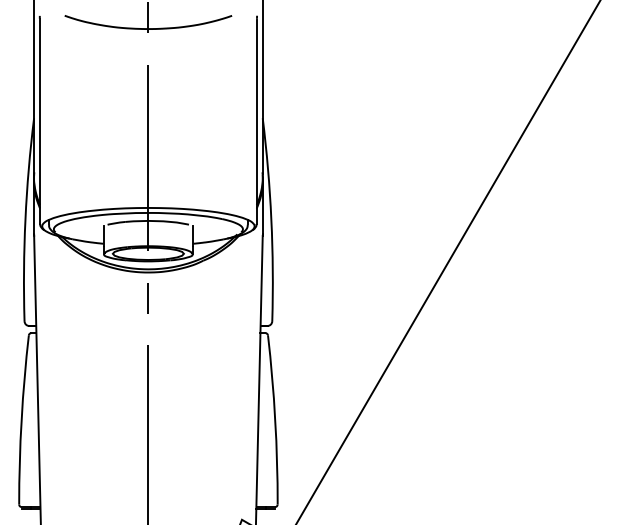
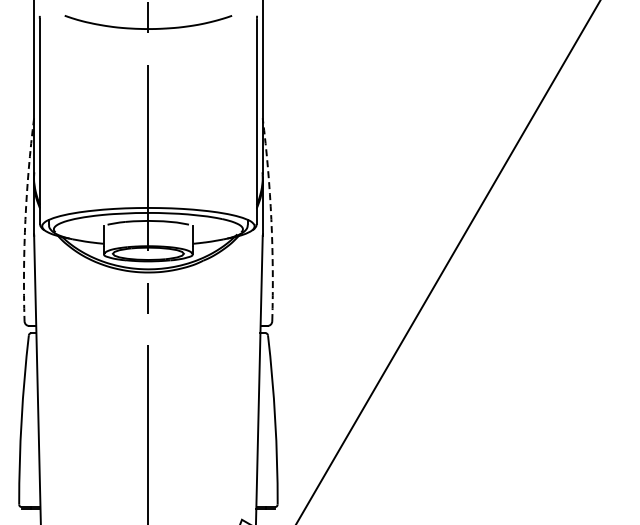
arc at (25, 219): solid -> dashed
arc at (271, 219): solid -> dashed
